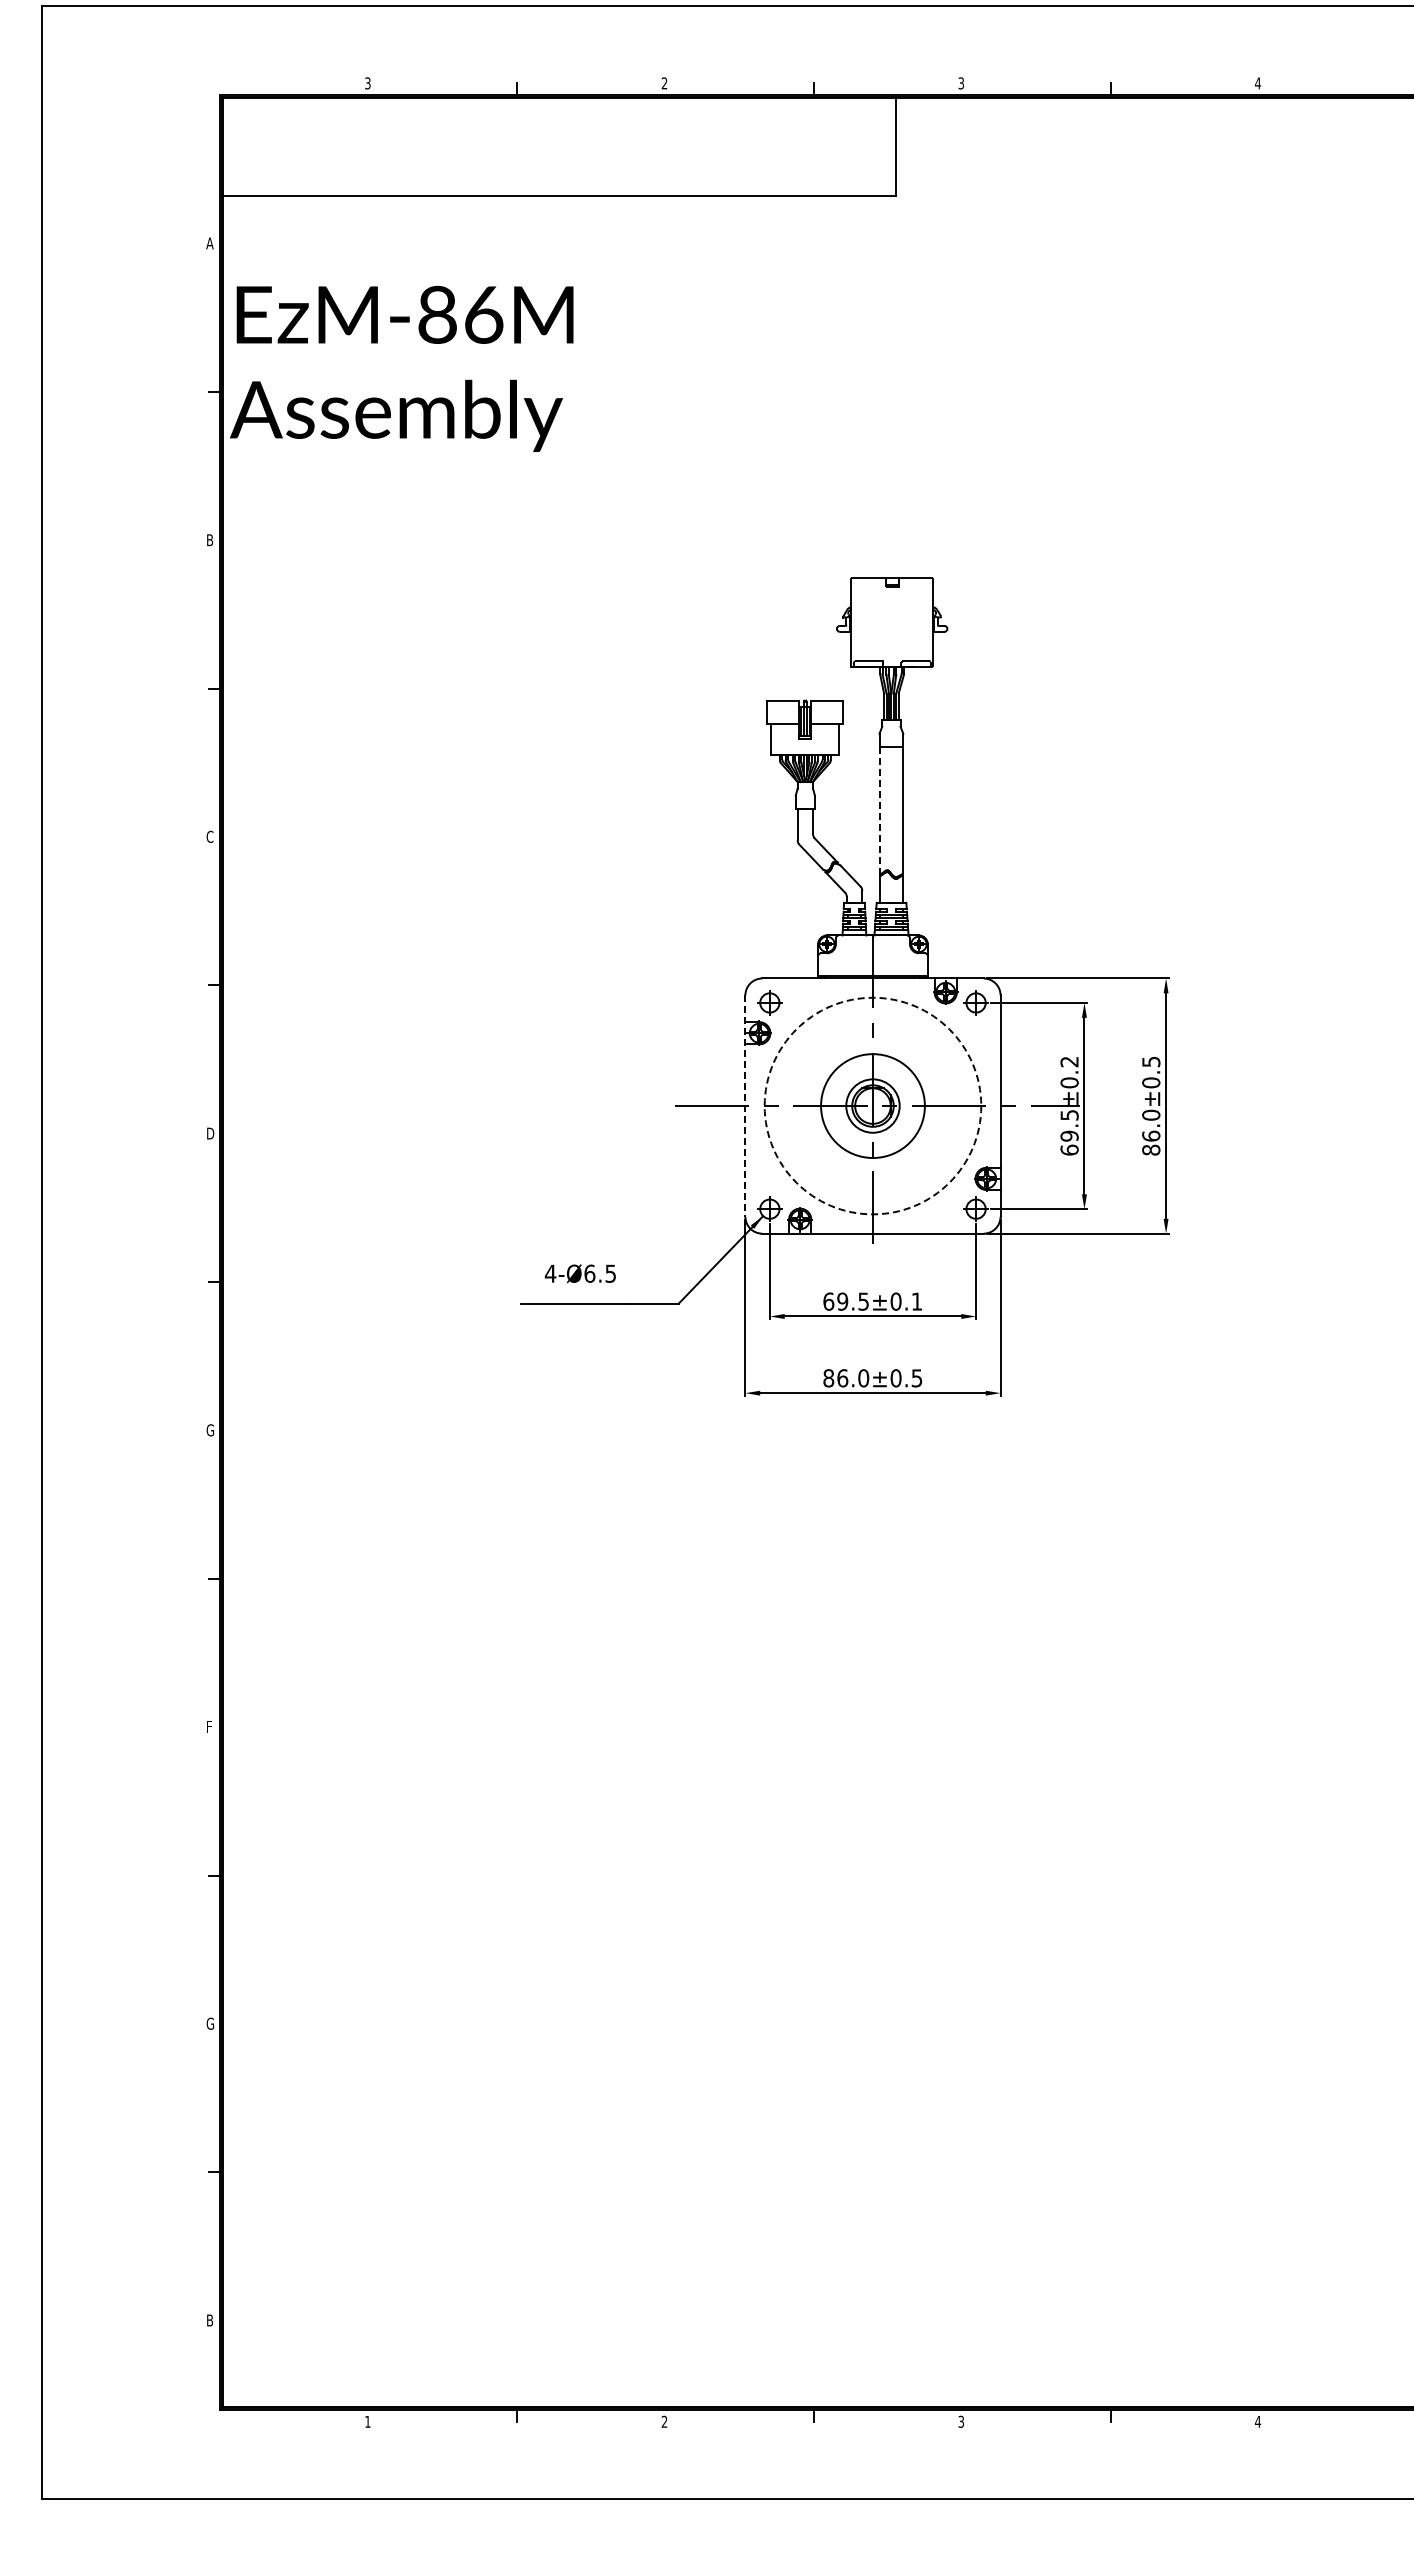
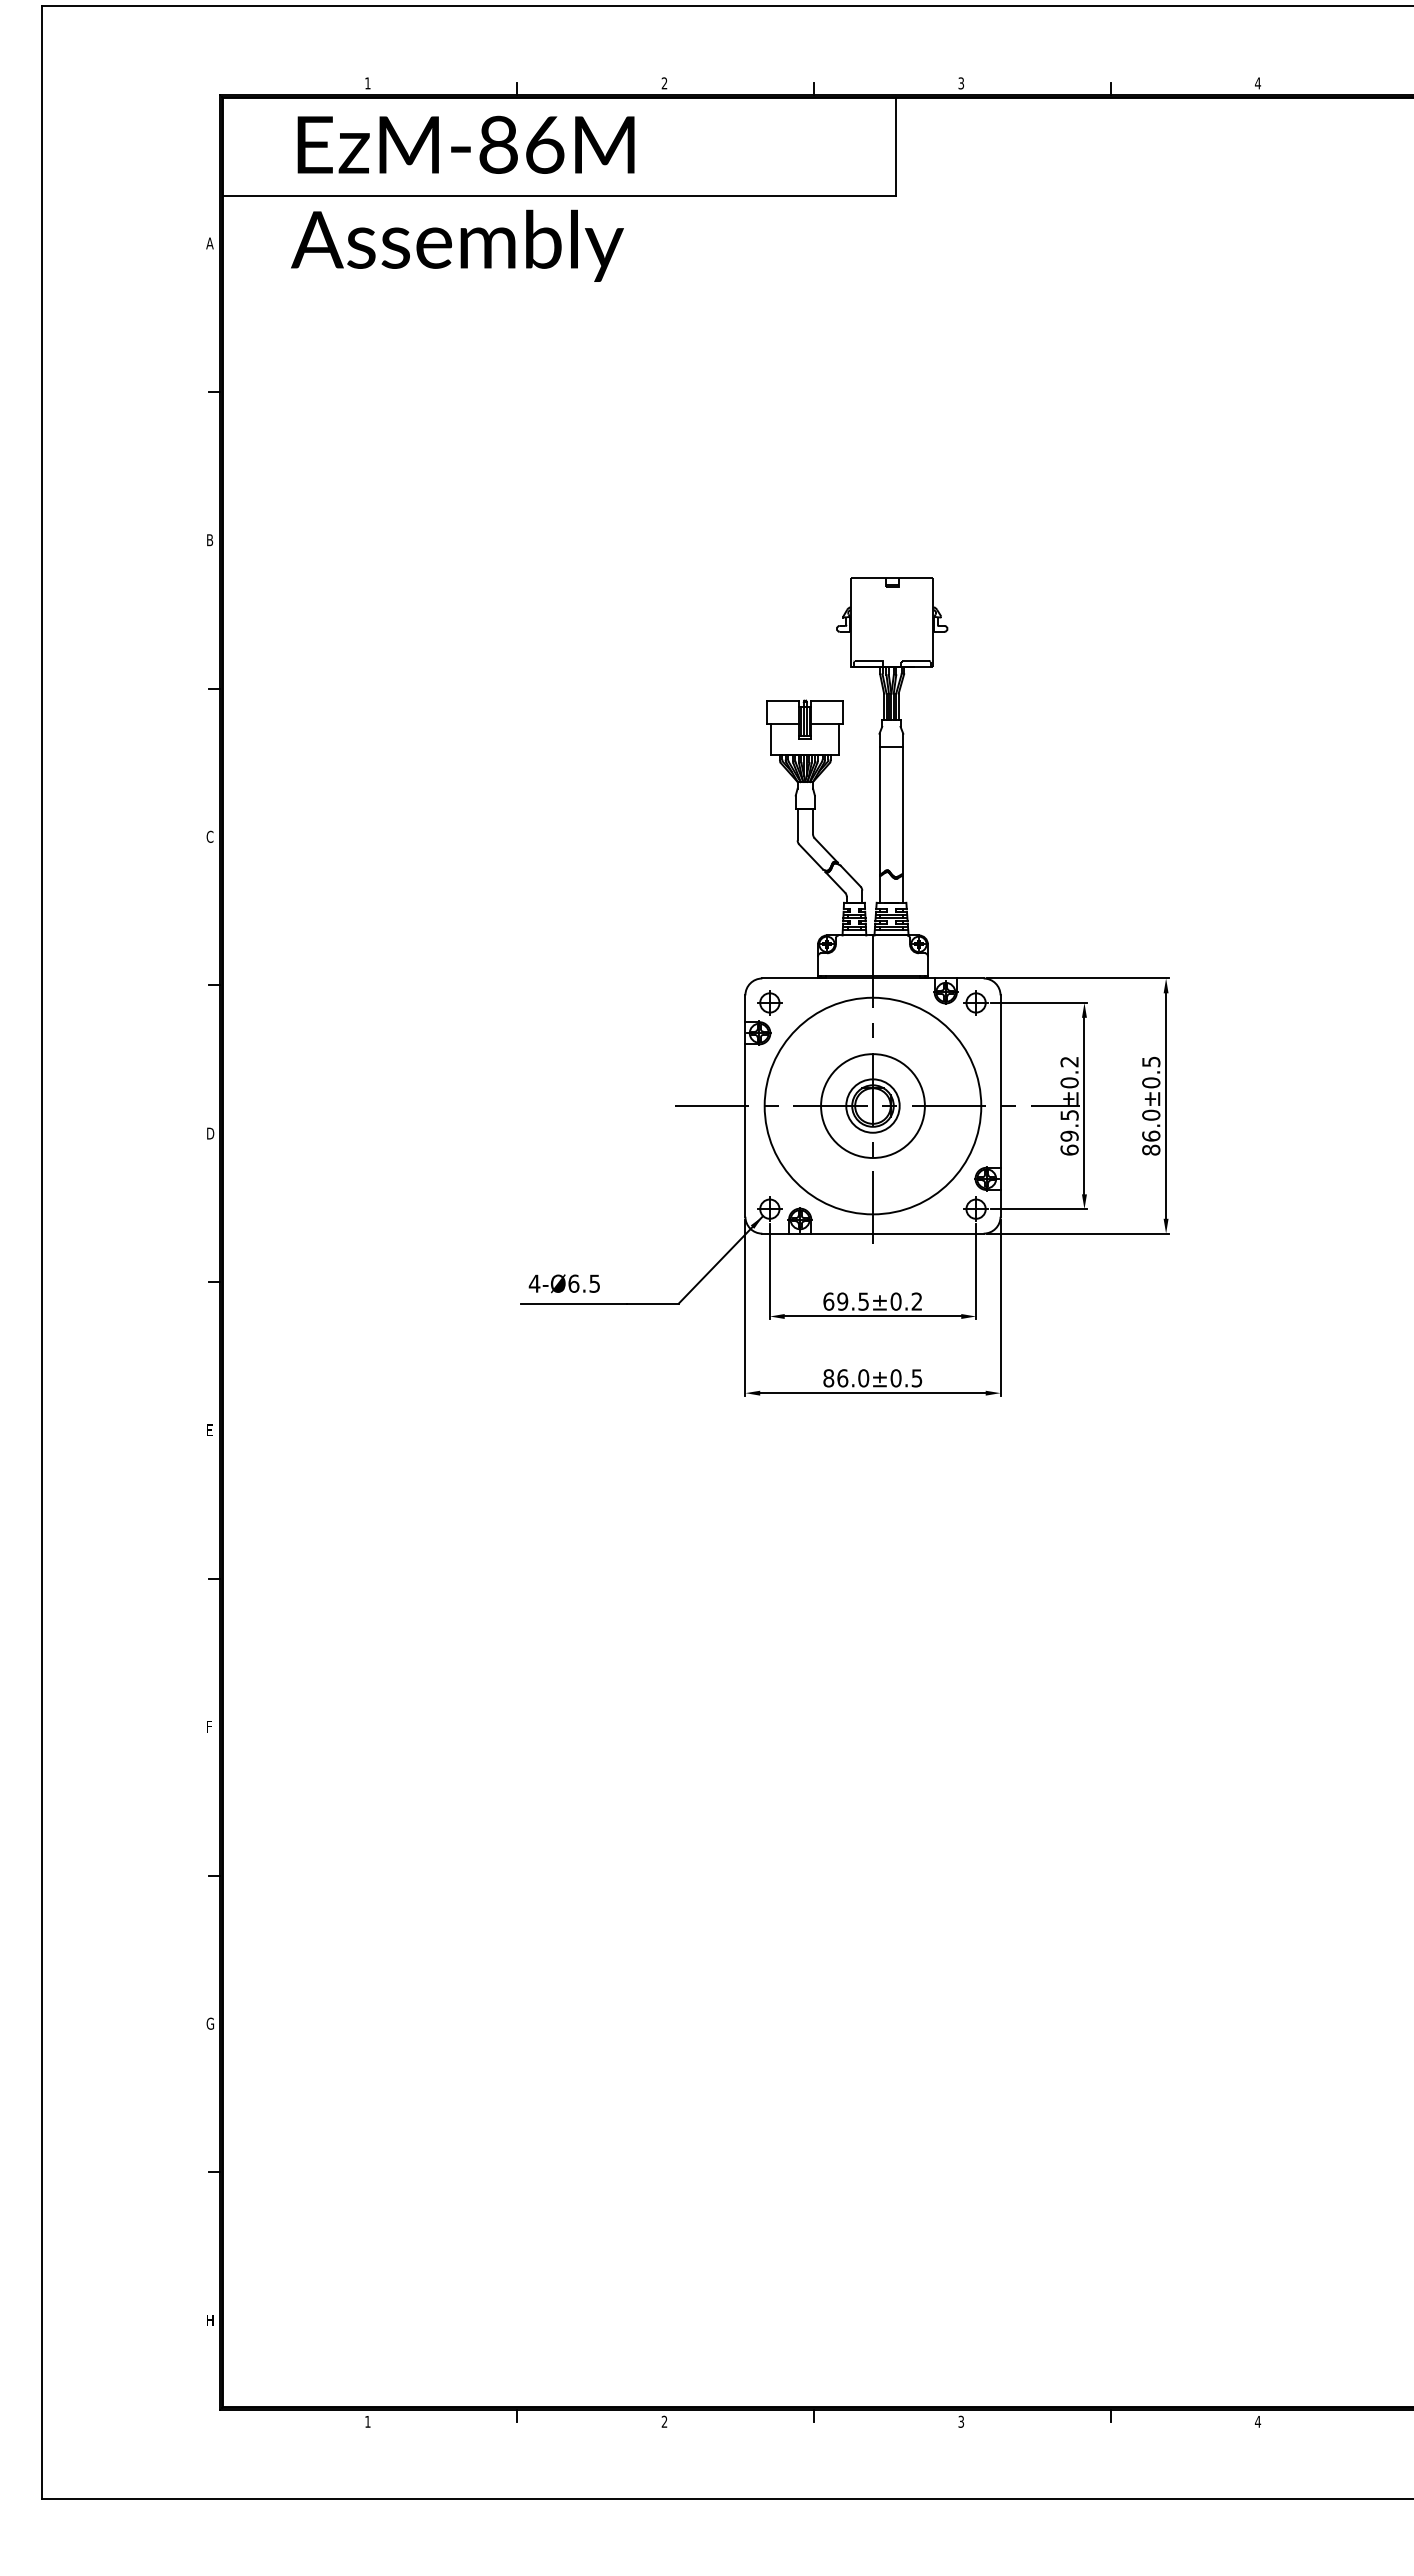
text at (367, 83): 3 -> 1
text at (401, 368) position: (401, 368) -> (462, 198)
line at (880, 810): dashed -> solid
circle at (872, 1105): dashed -> solid
line at (745, 1106): dashed -> solid
text at (579, 1273) position: (579, 1273) -> (563, 1283)
text at (916, 1301): 69.5±0.1 -> 69.5±0.2
text at (209, 1430): G -> E
text at (210, 2320): B -> H
